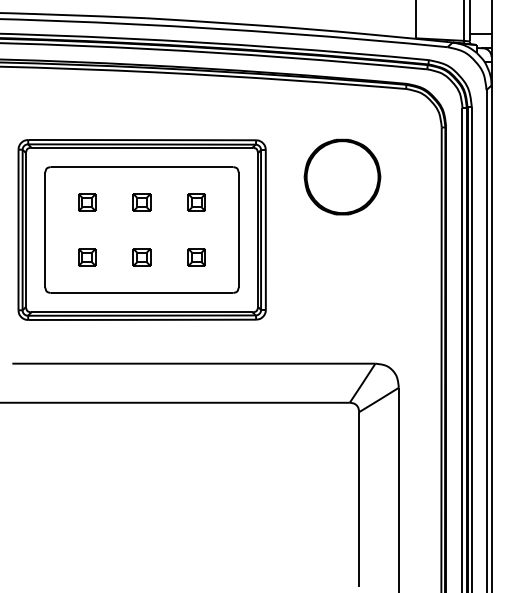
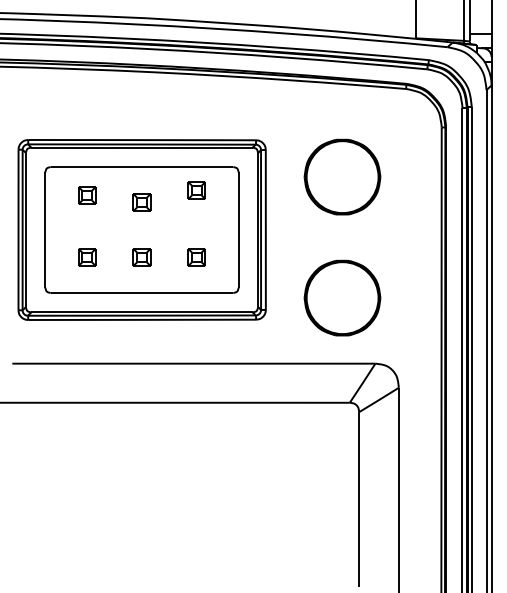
part at (87, 202) position: (87, 202) -> (87, 195)
part at (196, 202) position: (196, 202) -> (196, 190)
part at (342, 297): none -> present
